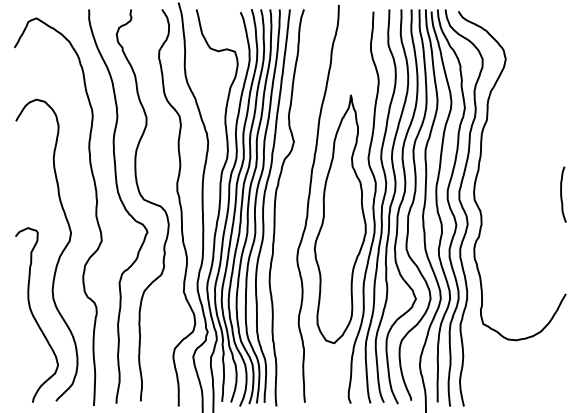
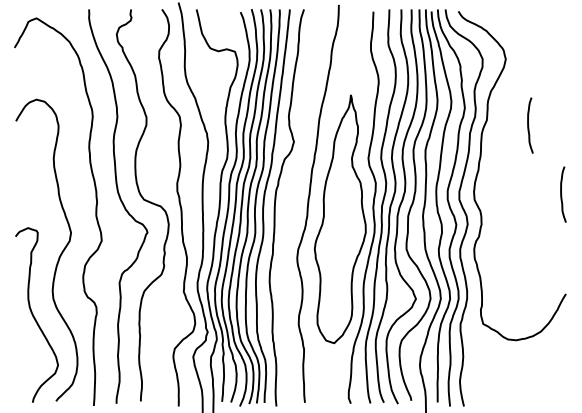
curve at (529, 126): none -> present
